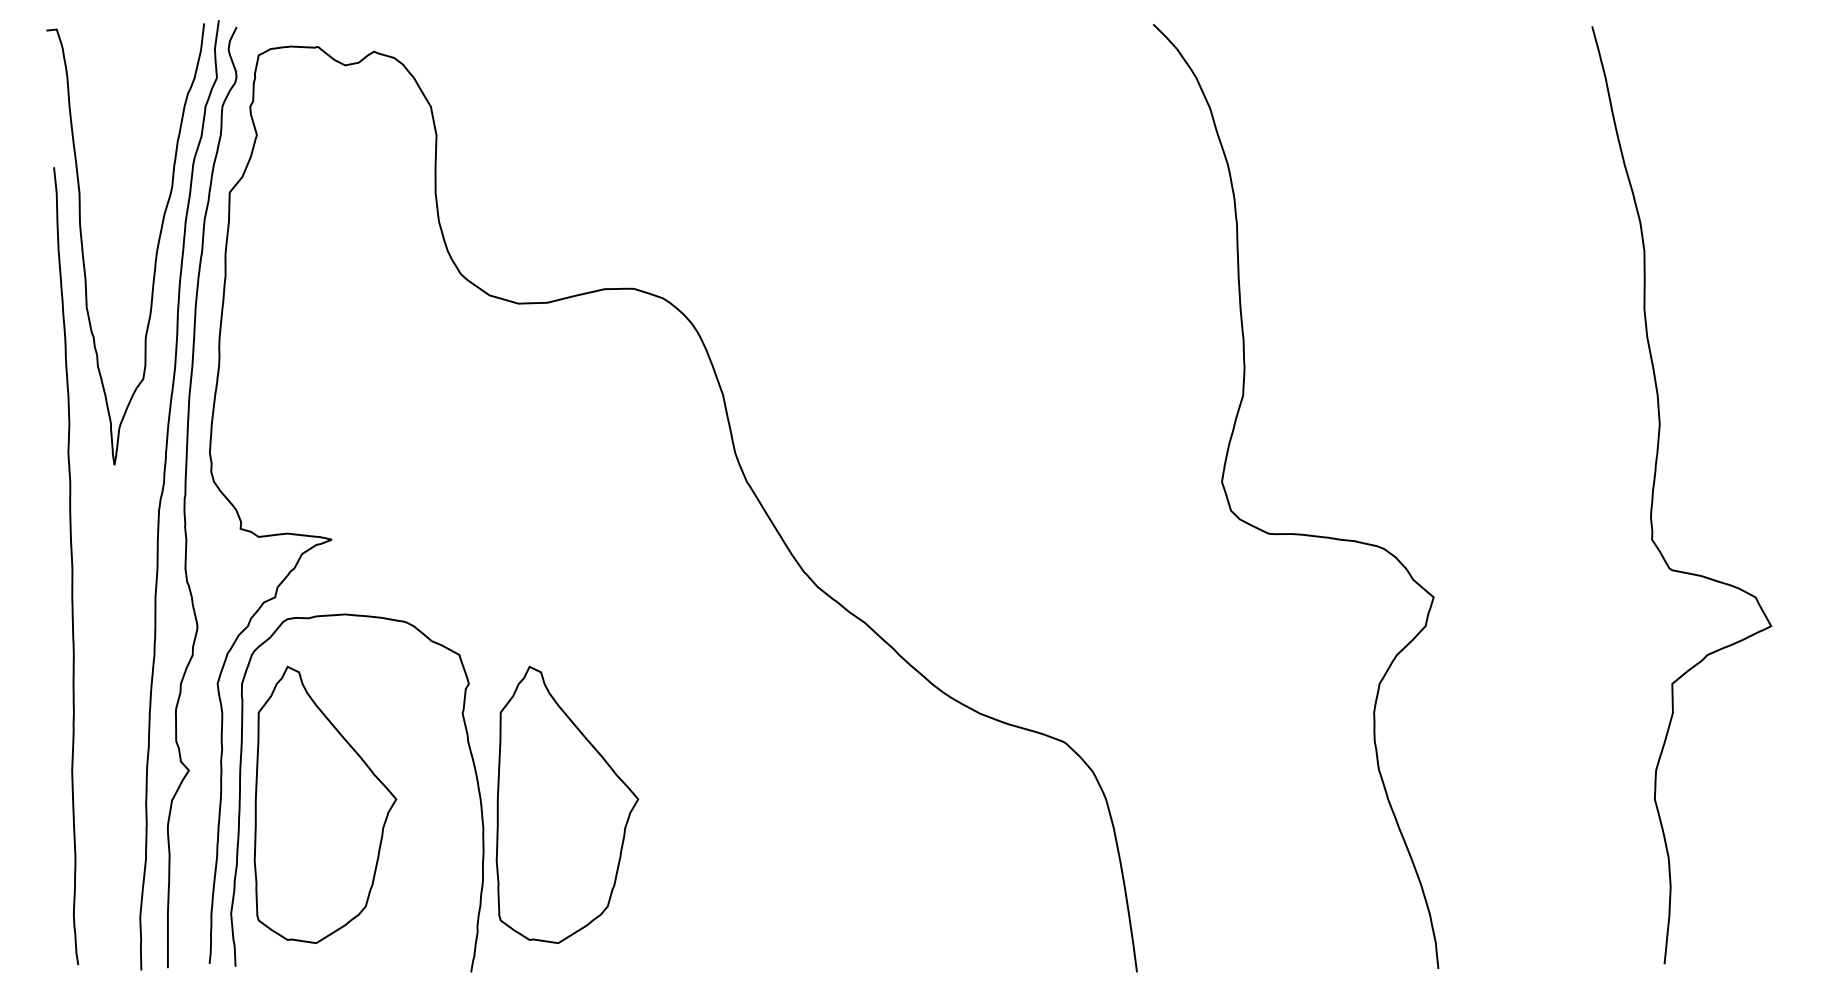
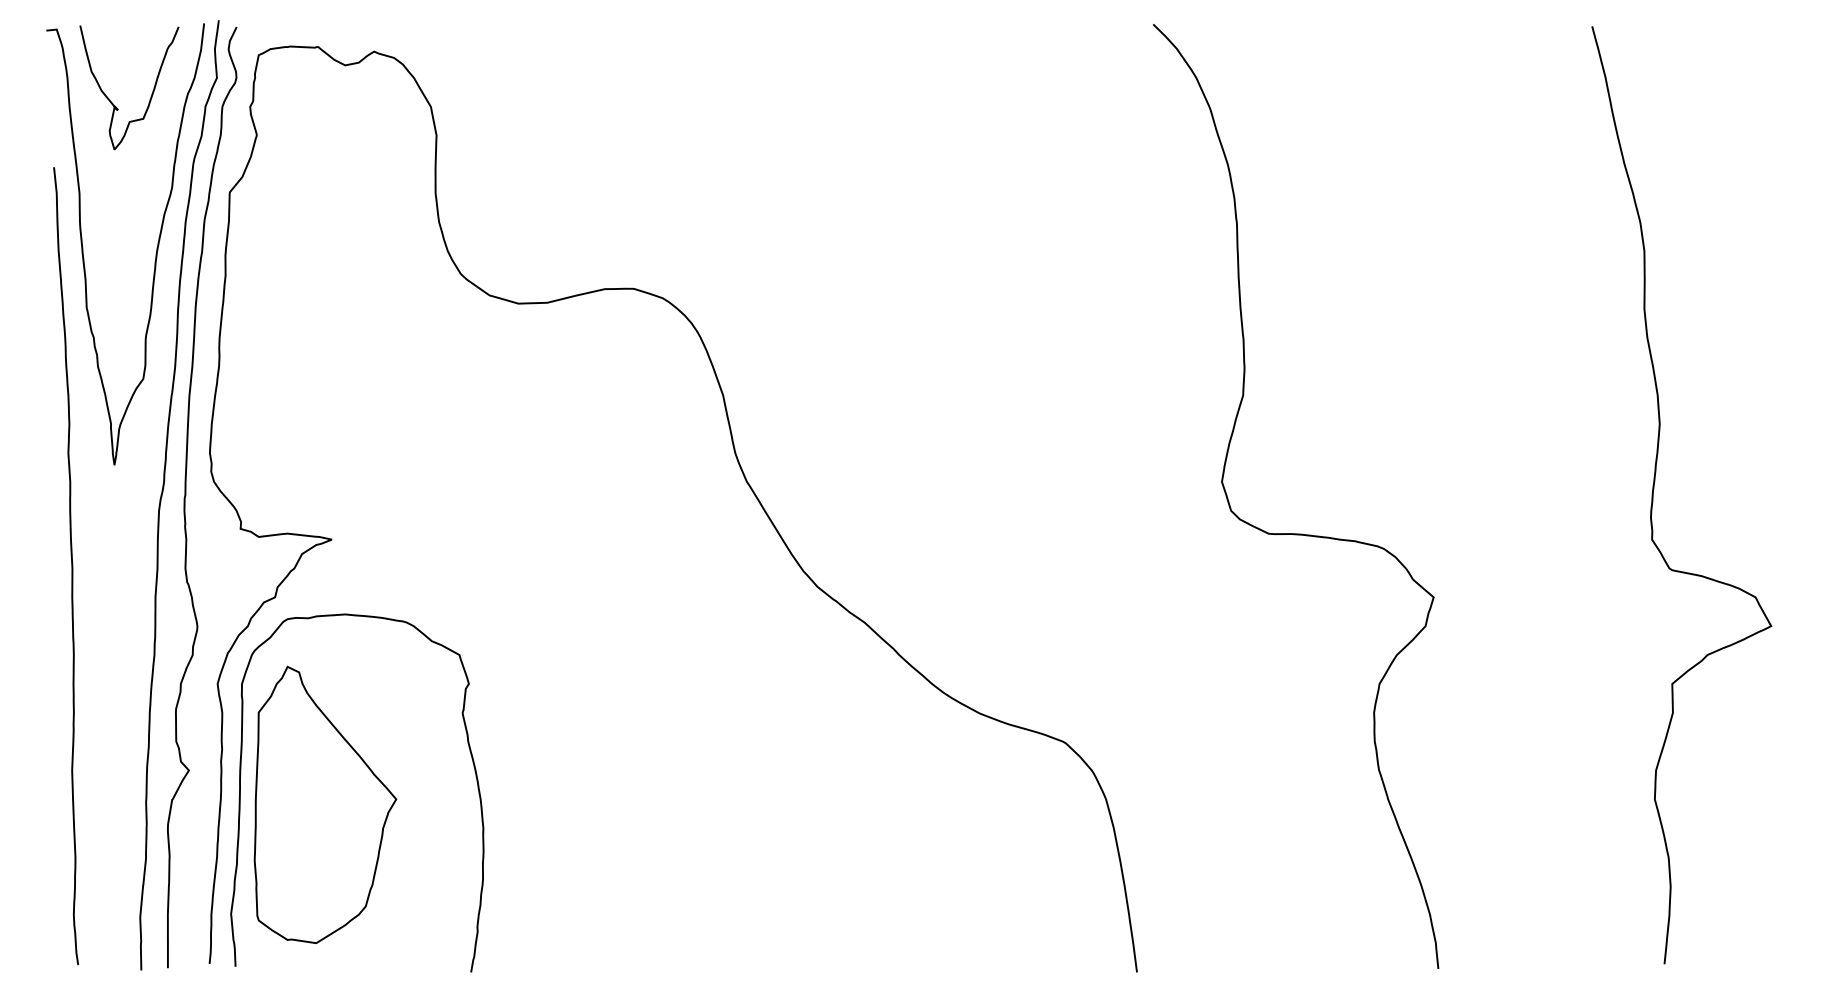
curve at (113, 103): none -> present
part at (567, 804): present -> none
